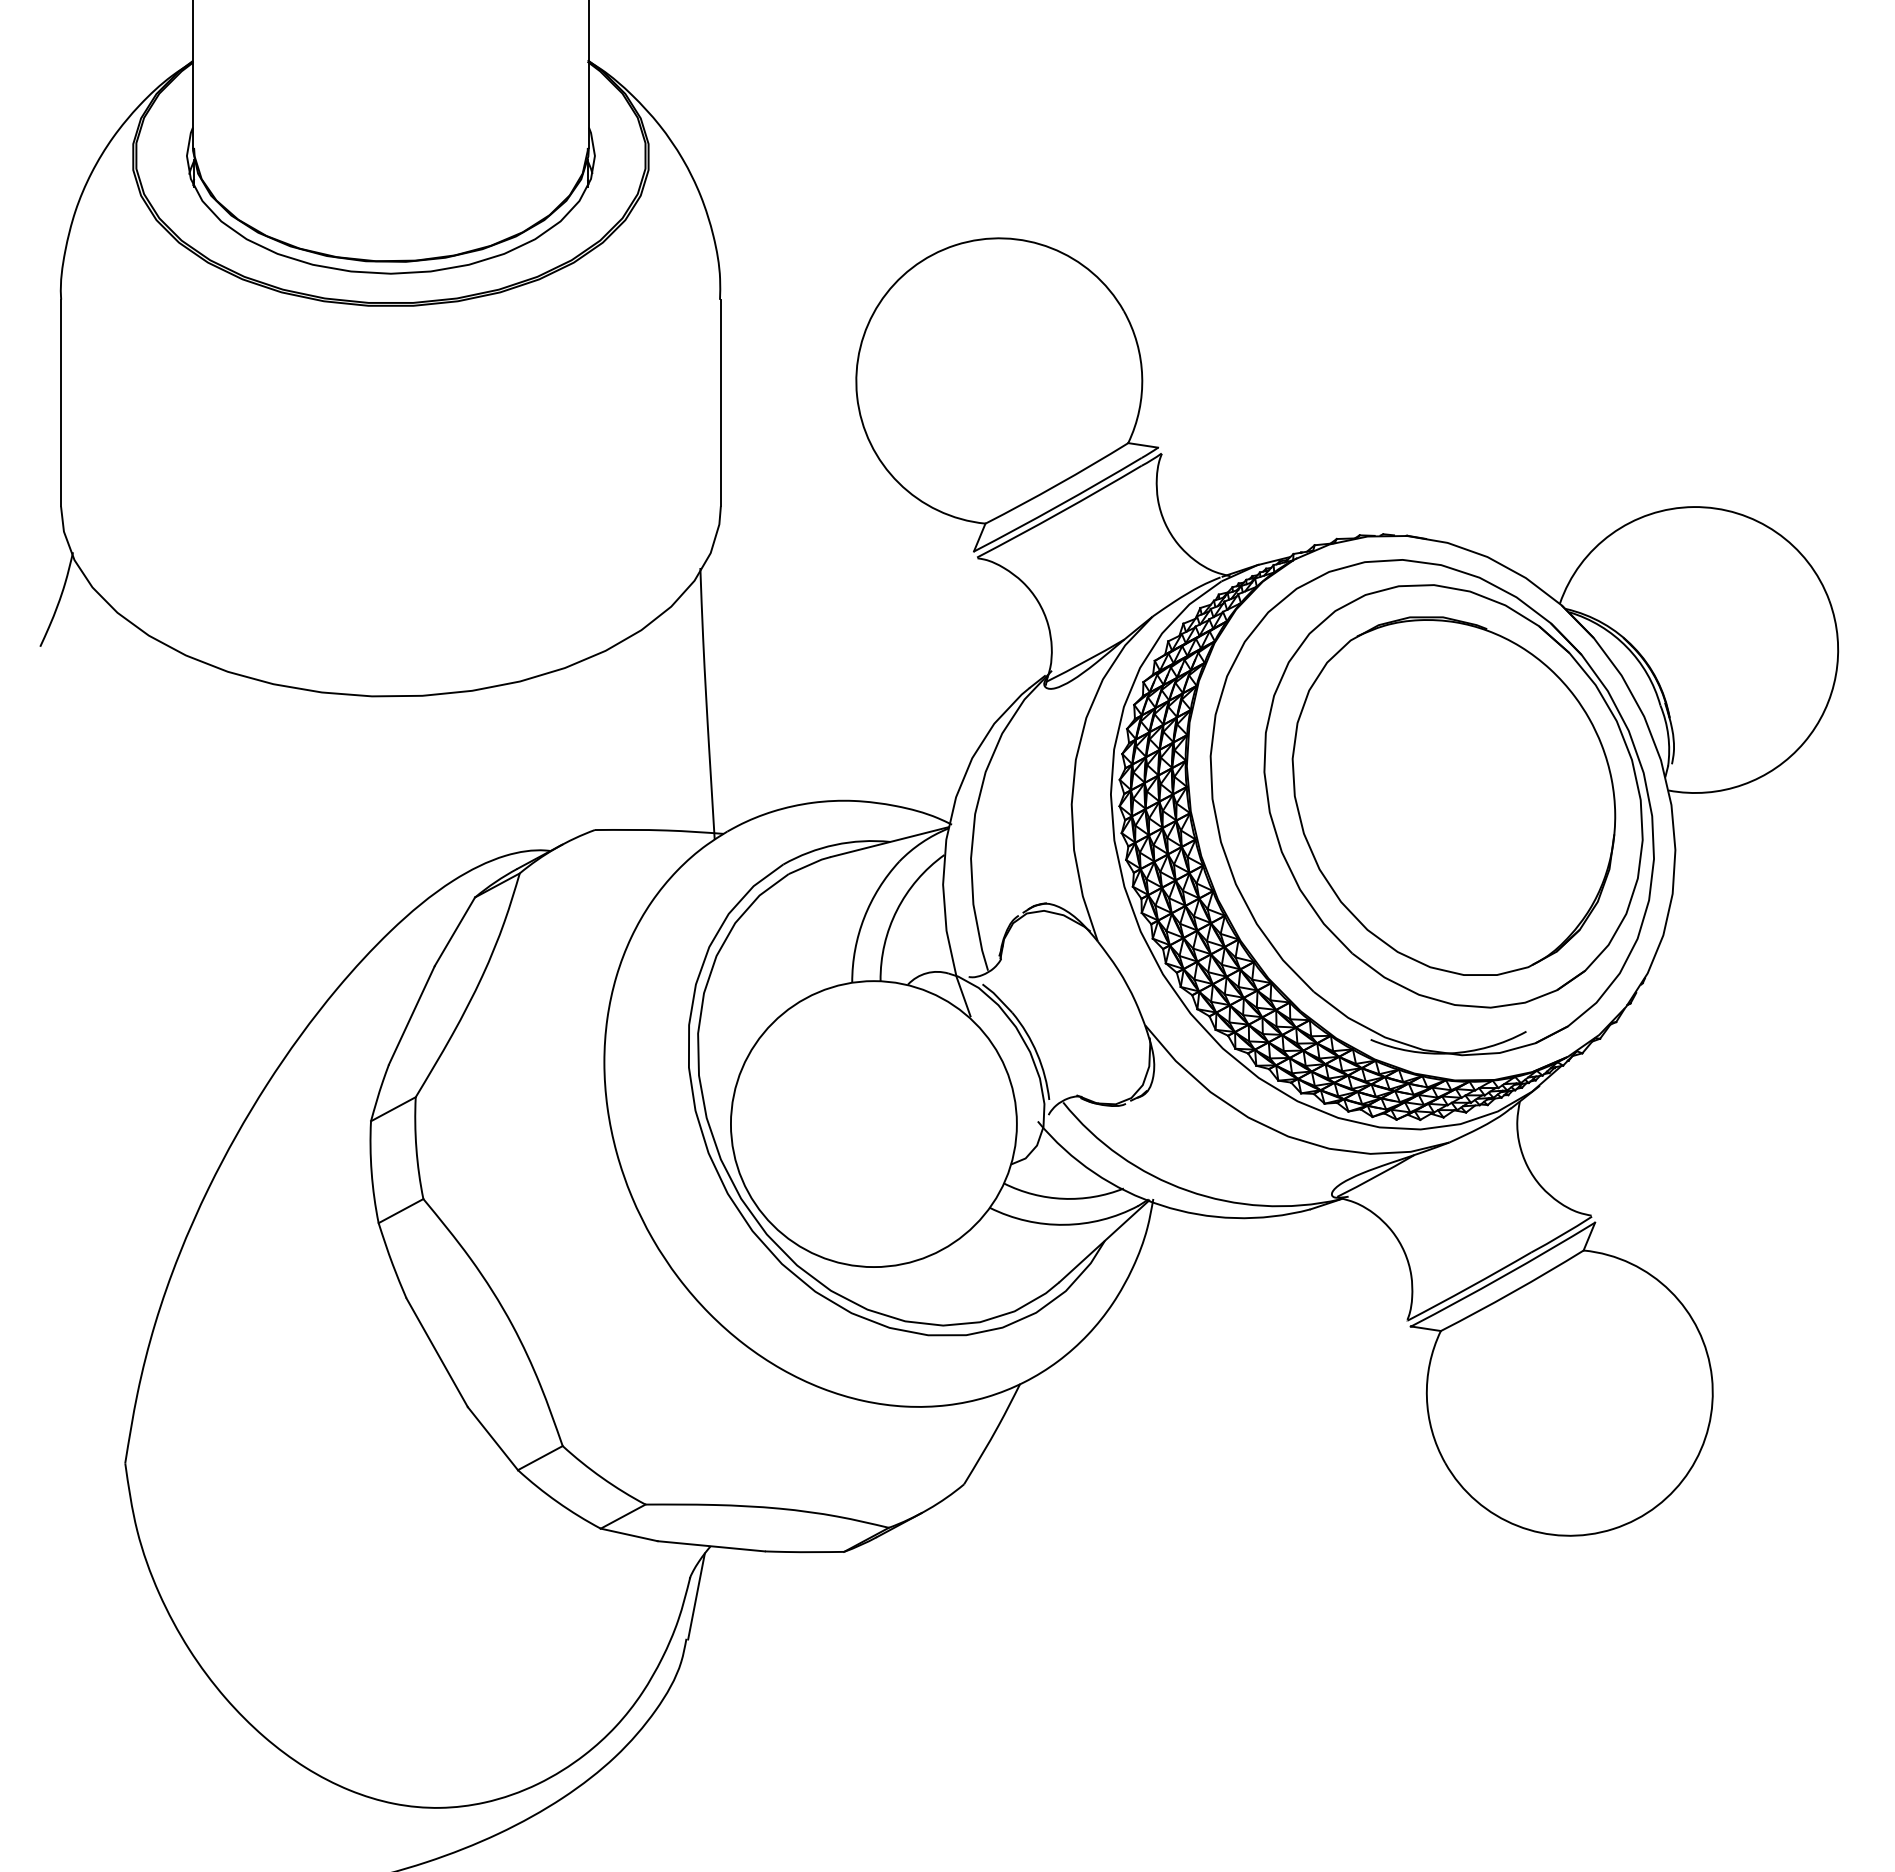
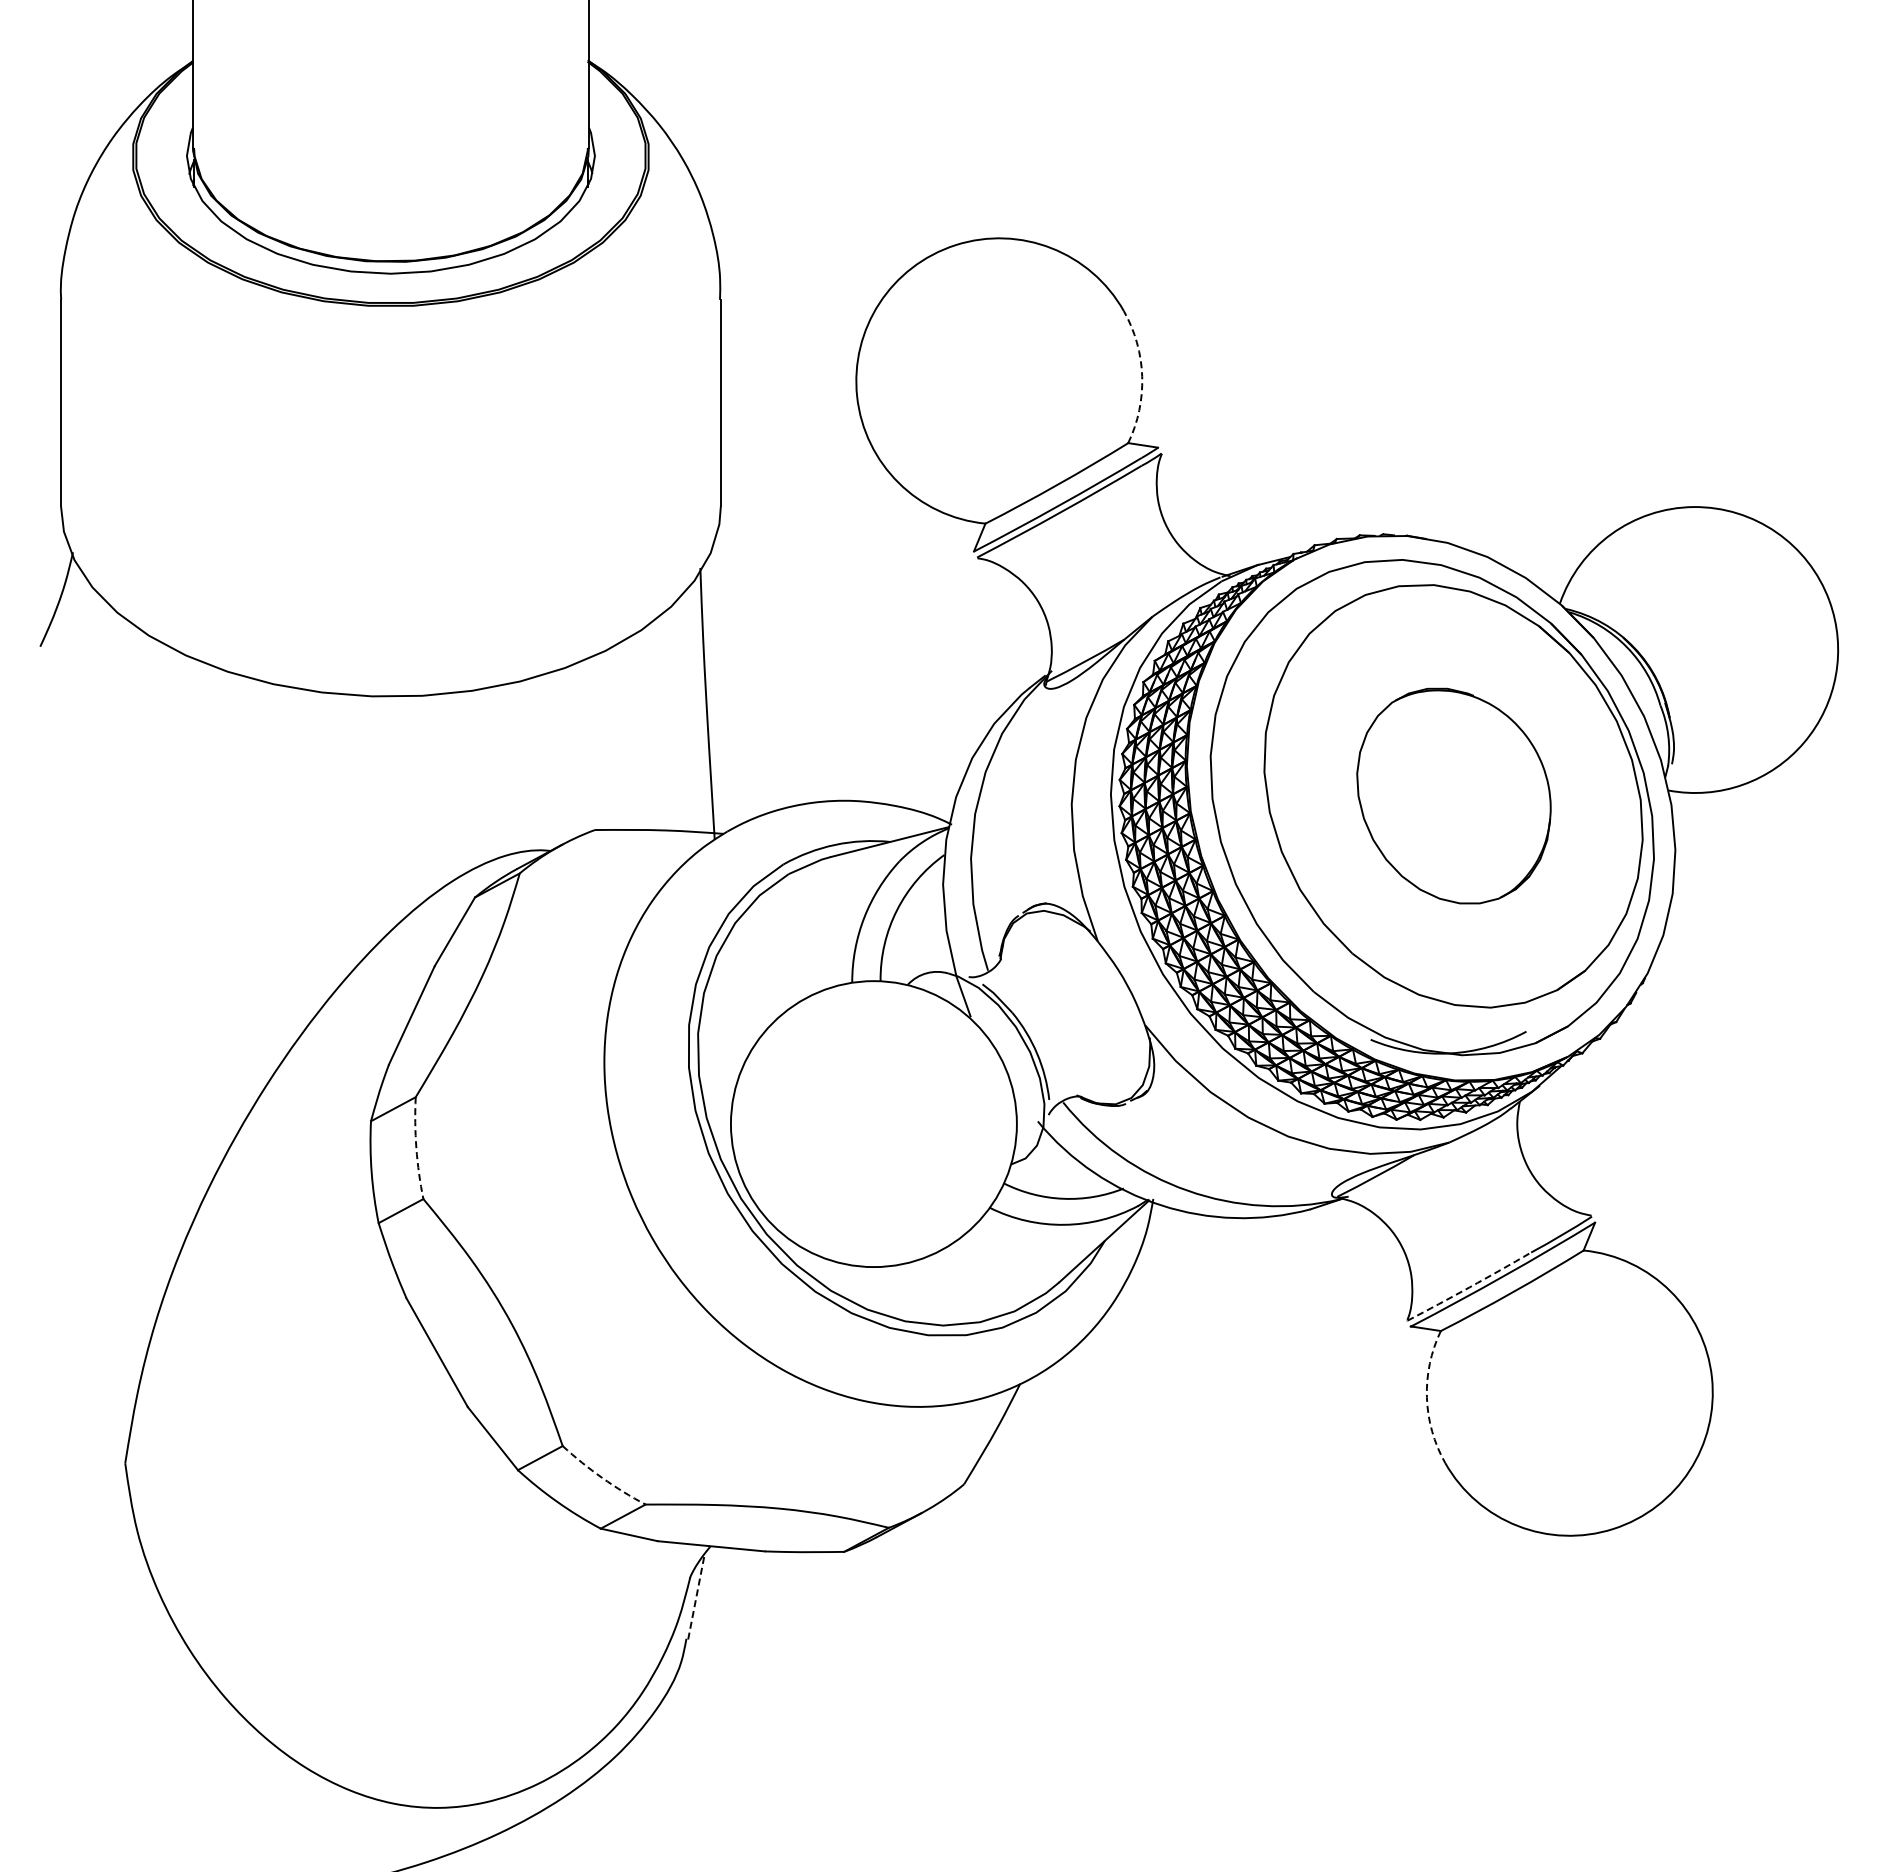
arc at (1142, 376): solid -> dashed
part at (1453, 795) size: 326x360 px -> 196x218 px
arc at (416, 1148): solid -> dashed
arc at (1469, 1287): solid -> dashed
arc at (1426, 1397): solid -> dashed
arc at (602, 1477): solid -> dashed
line at (696, 1596): solid -> dashed
